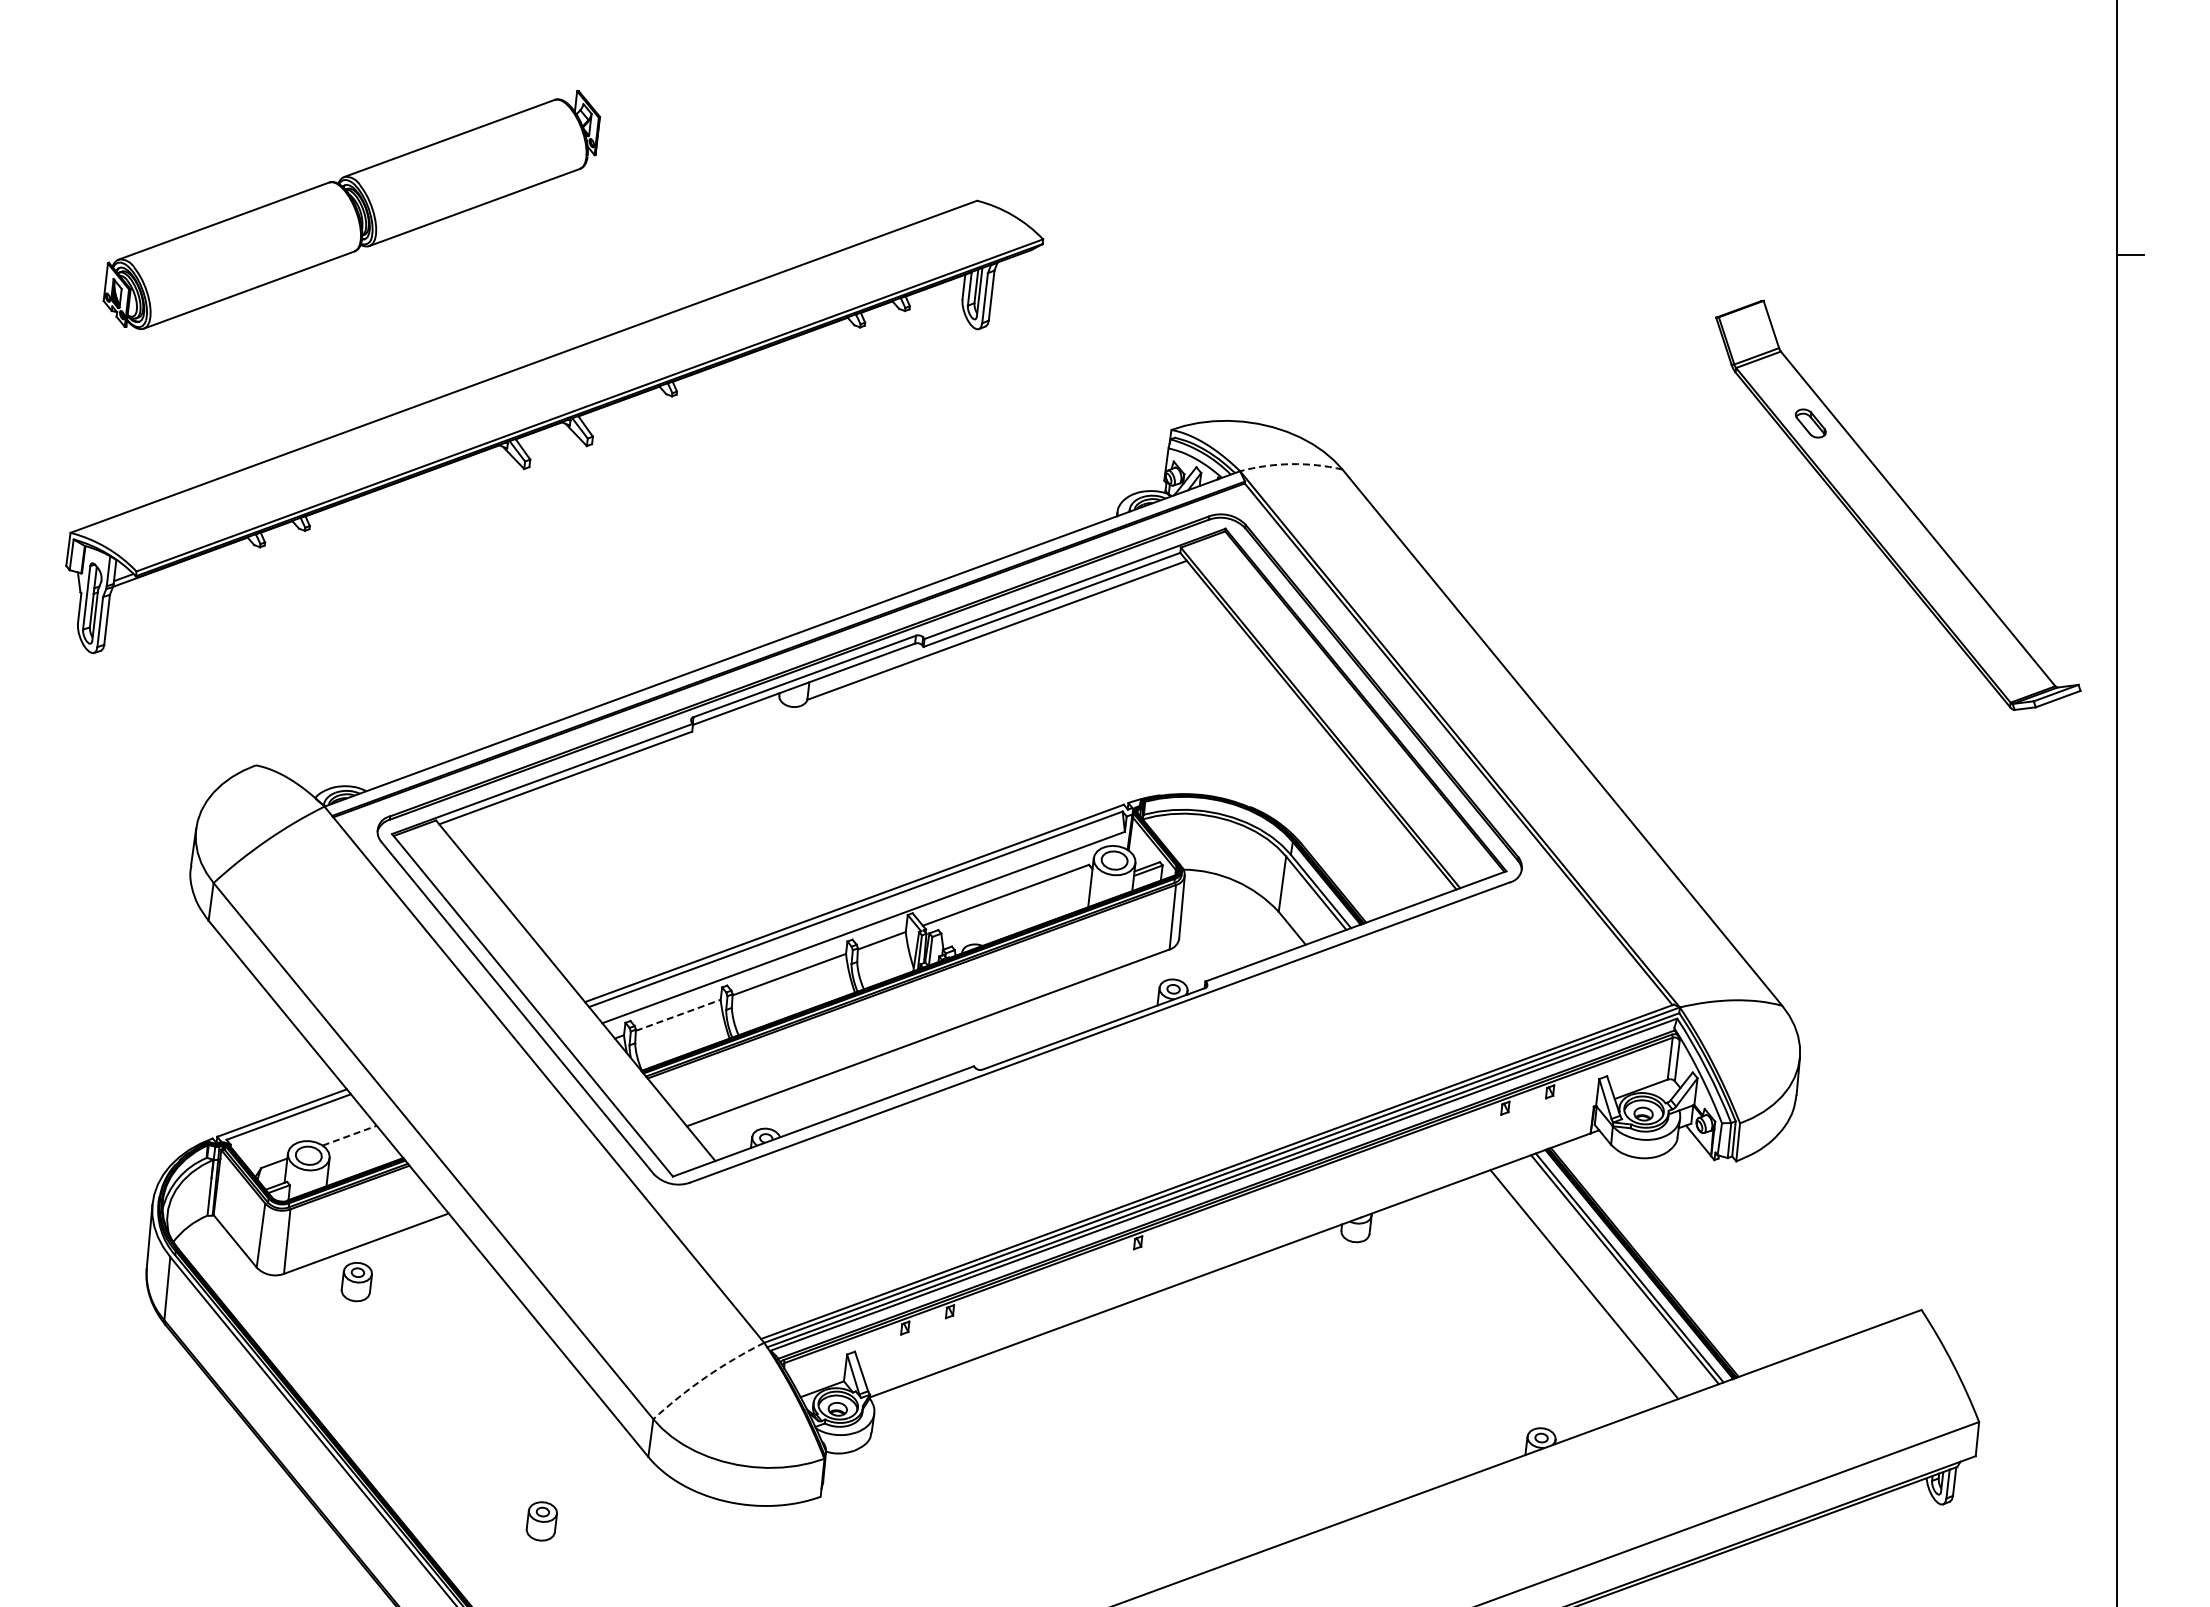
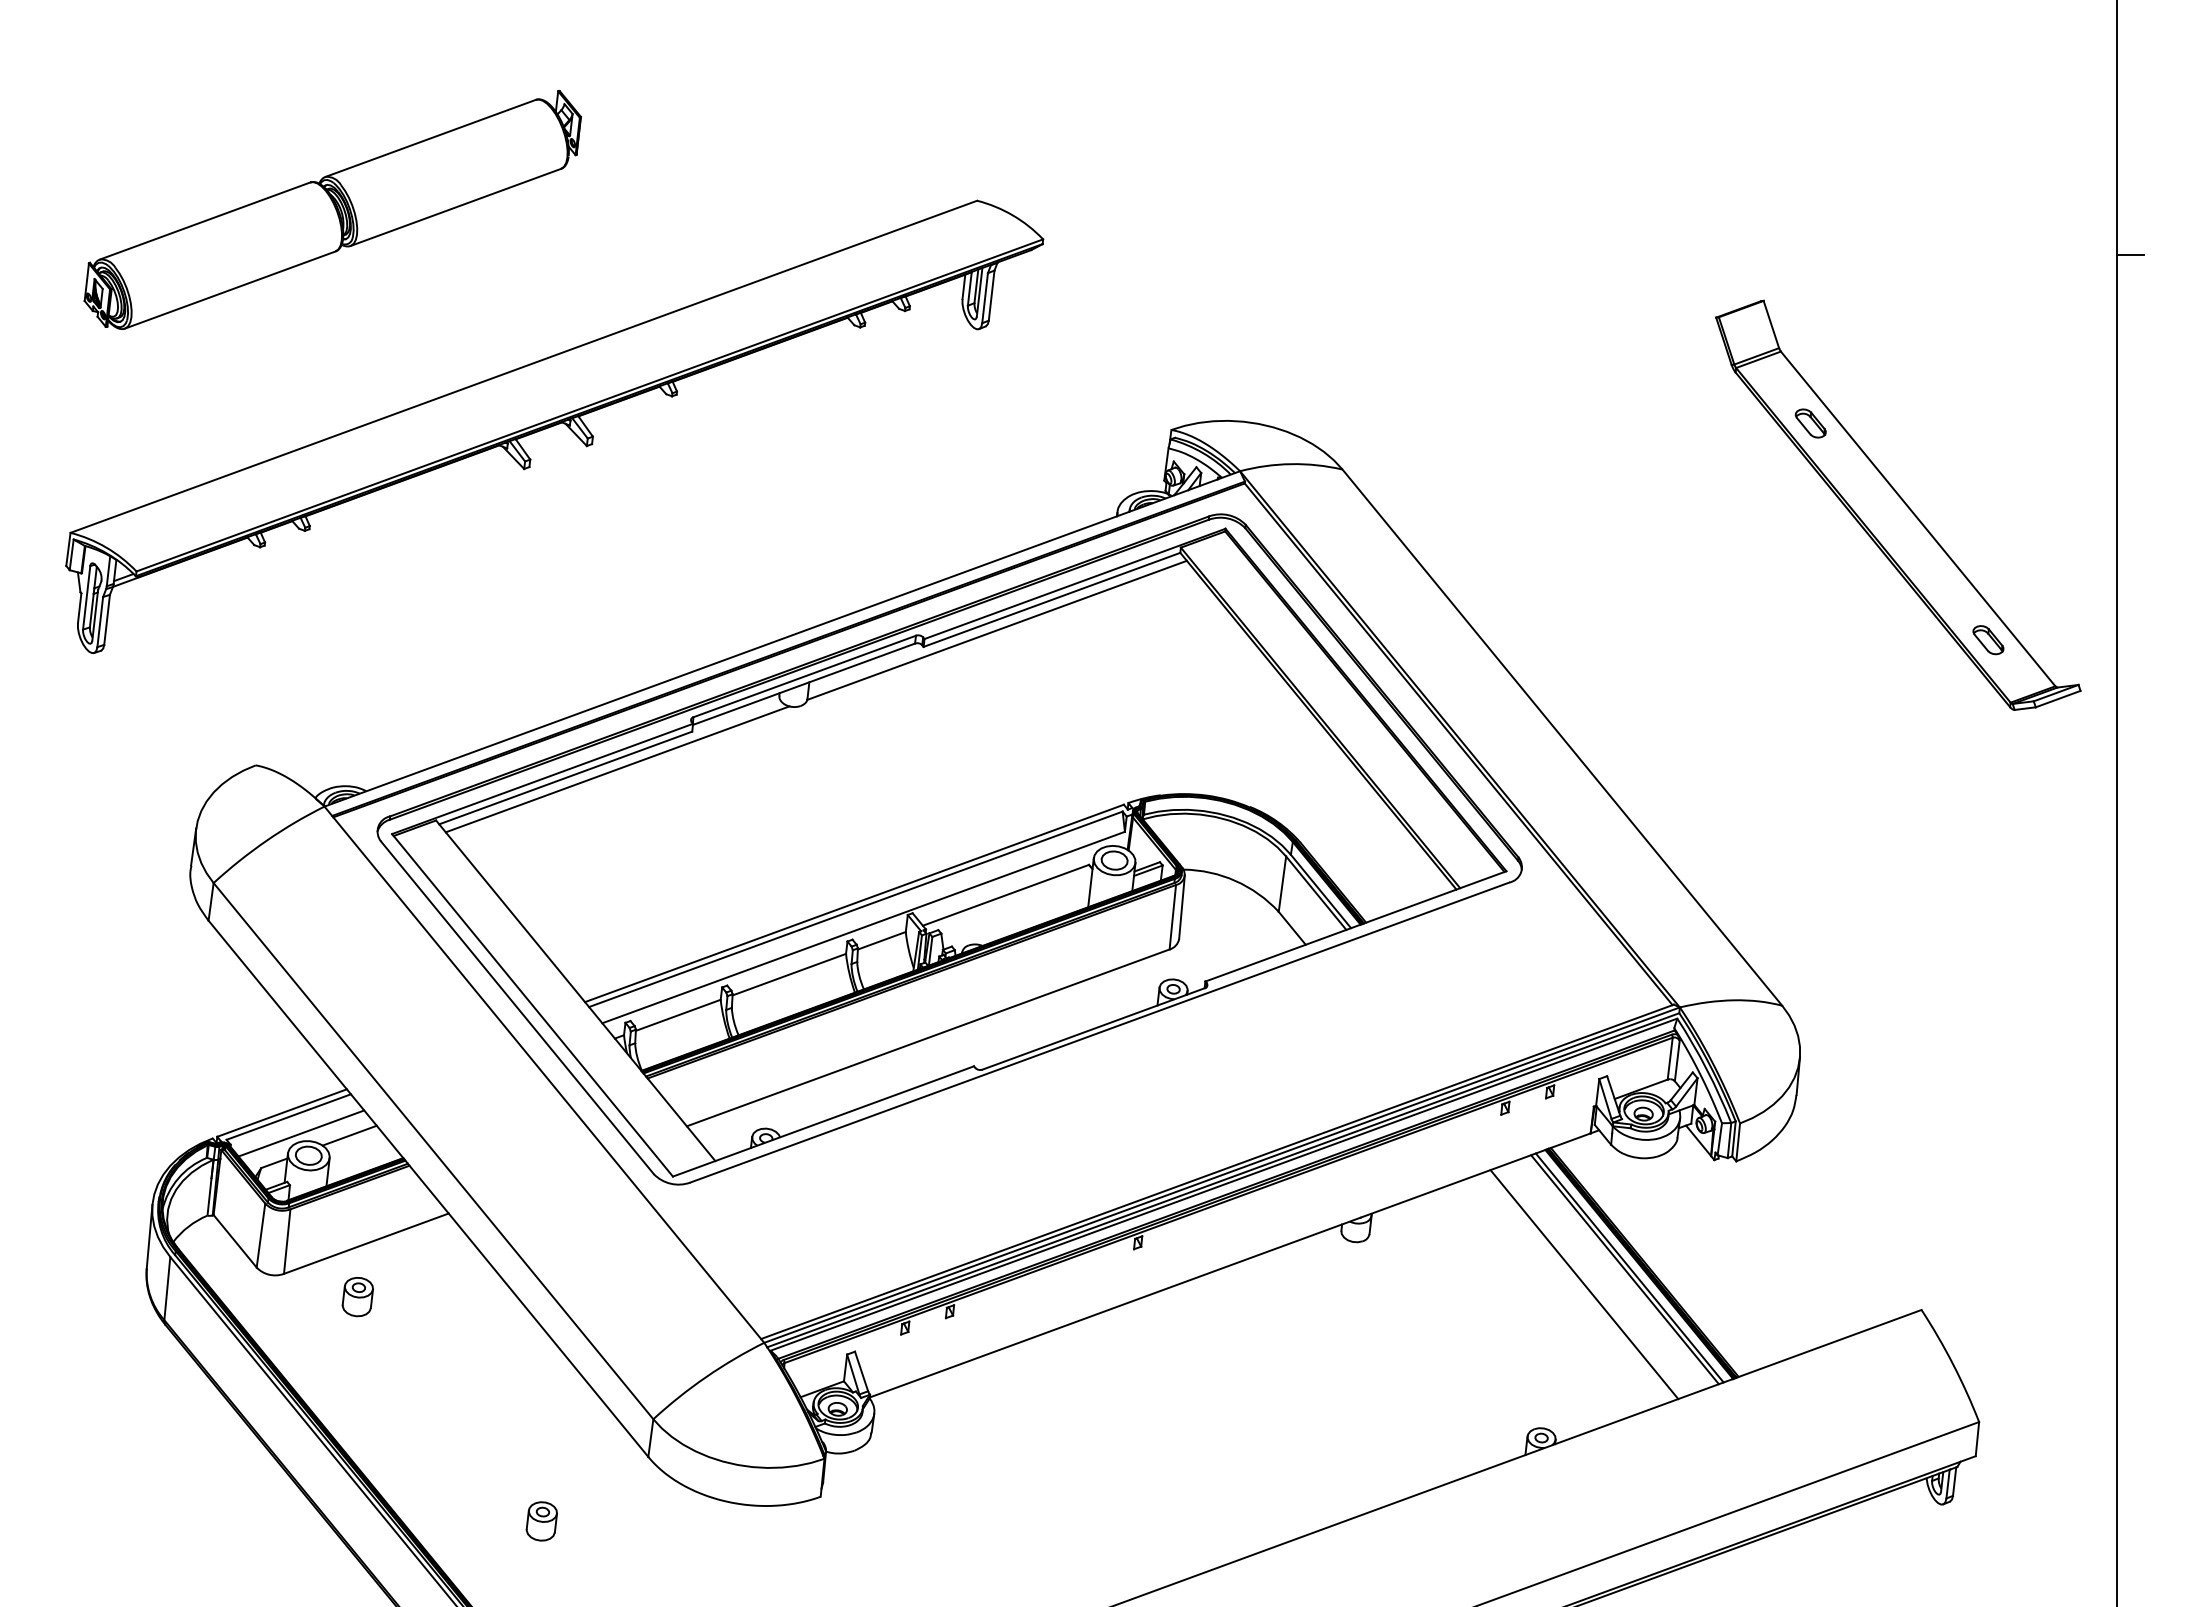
part at (351, 209) position: (351, 209) -> (332, 209)
arc at (1291, 464): dashed -> solid
part at (1988, 640): none -> present
line at (617, 769): none -> present
line at (678, 1015): dashed -> solid
line at (301, 1133): none -> present
line at (349, 1135): dashed -> solid
part at (356, 1281) position: (356, 1281) -> (357, 1296)
arc at (706, 1377): dashed -> solid
